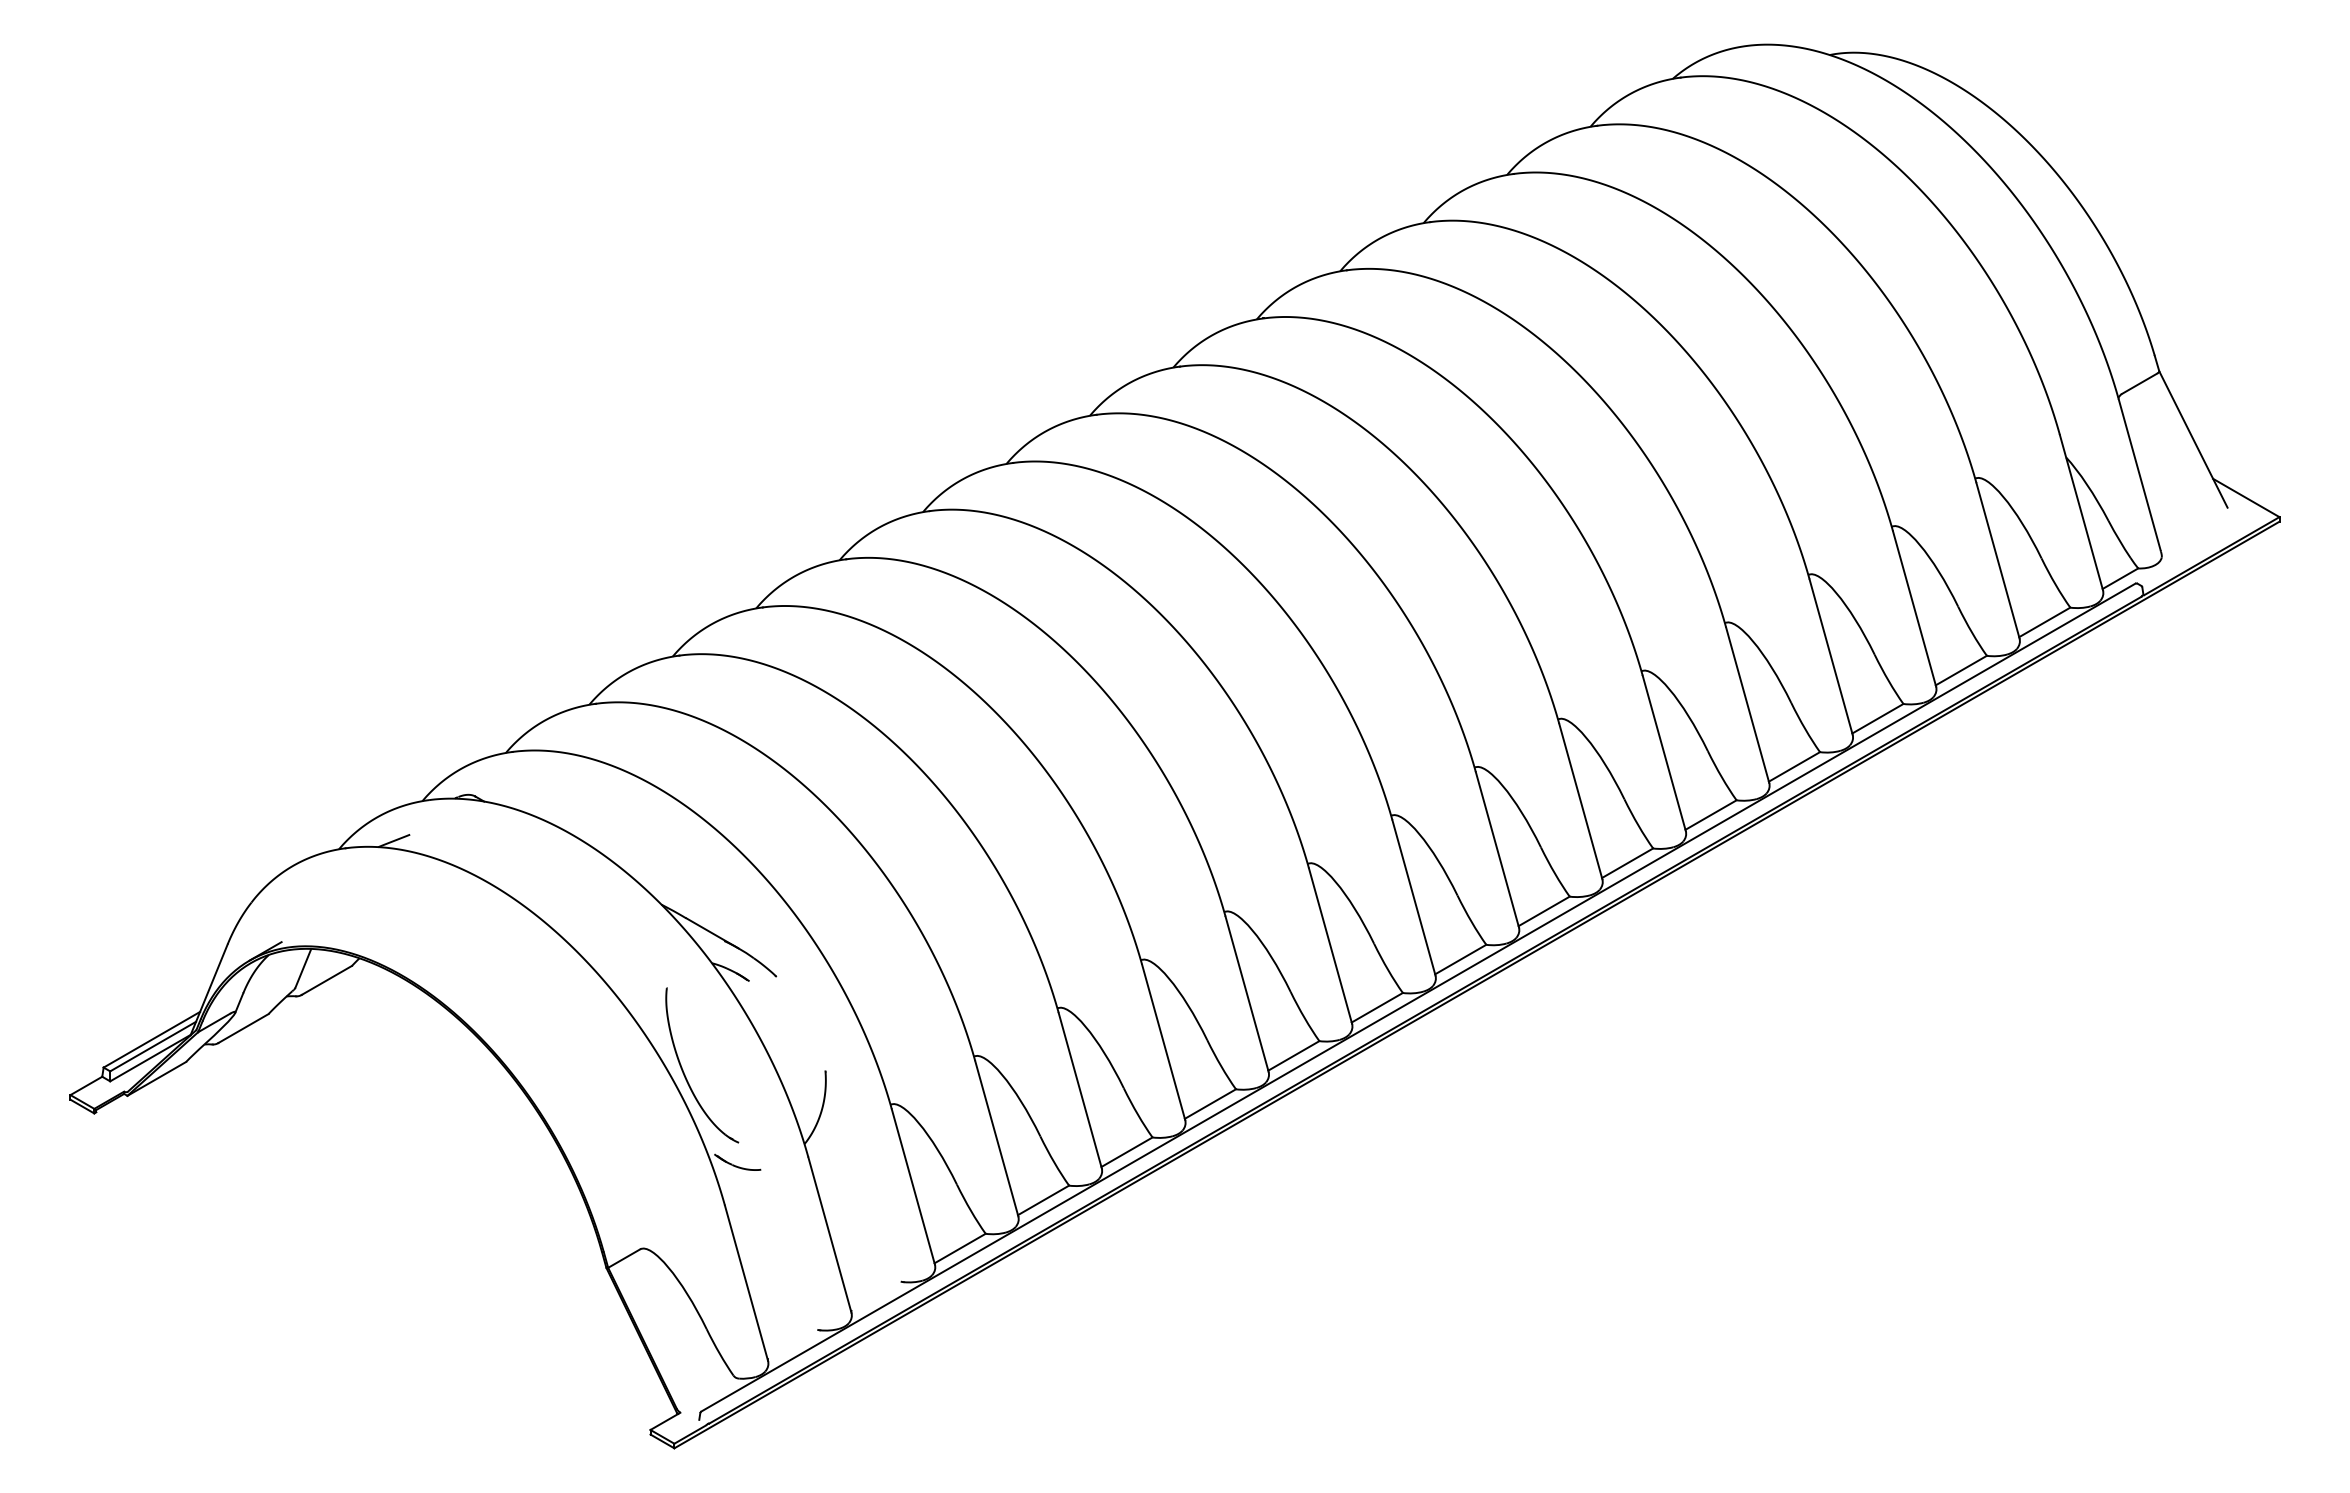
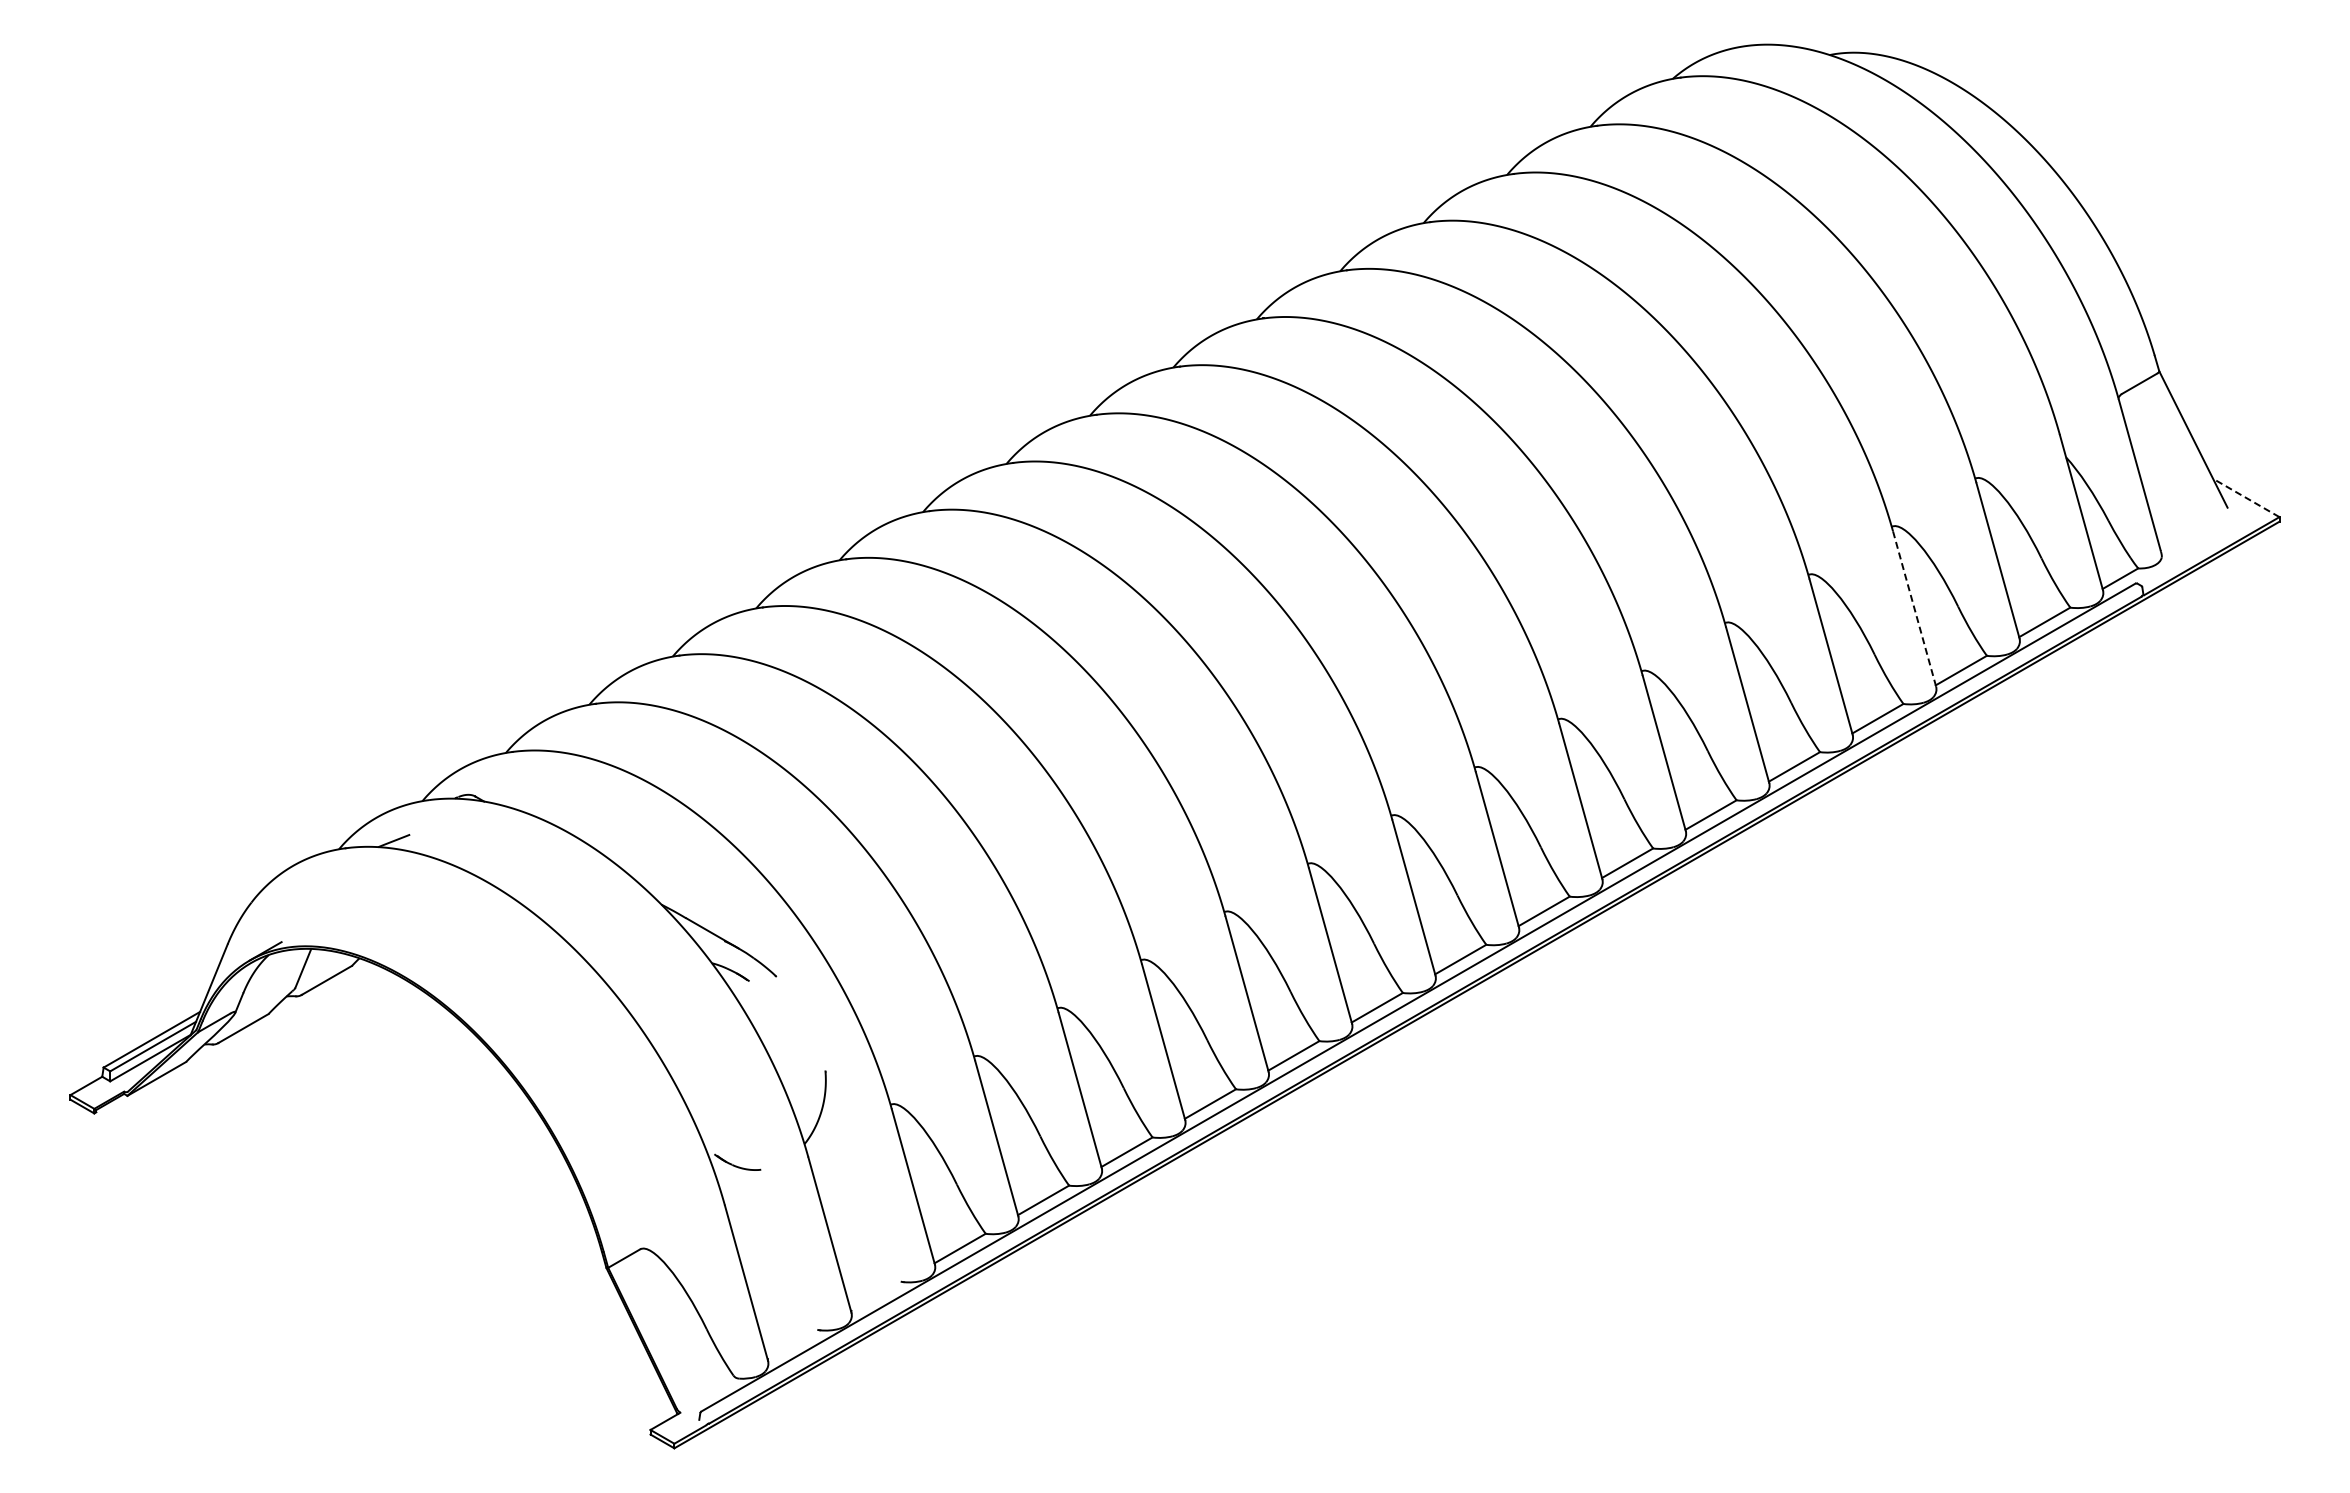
line at (2245, 497): solid -> dashed
line at (1914, 608): solid -> dashed
part at (685, 1074): present -> none
